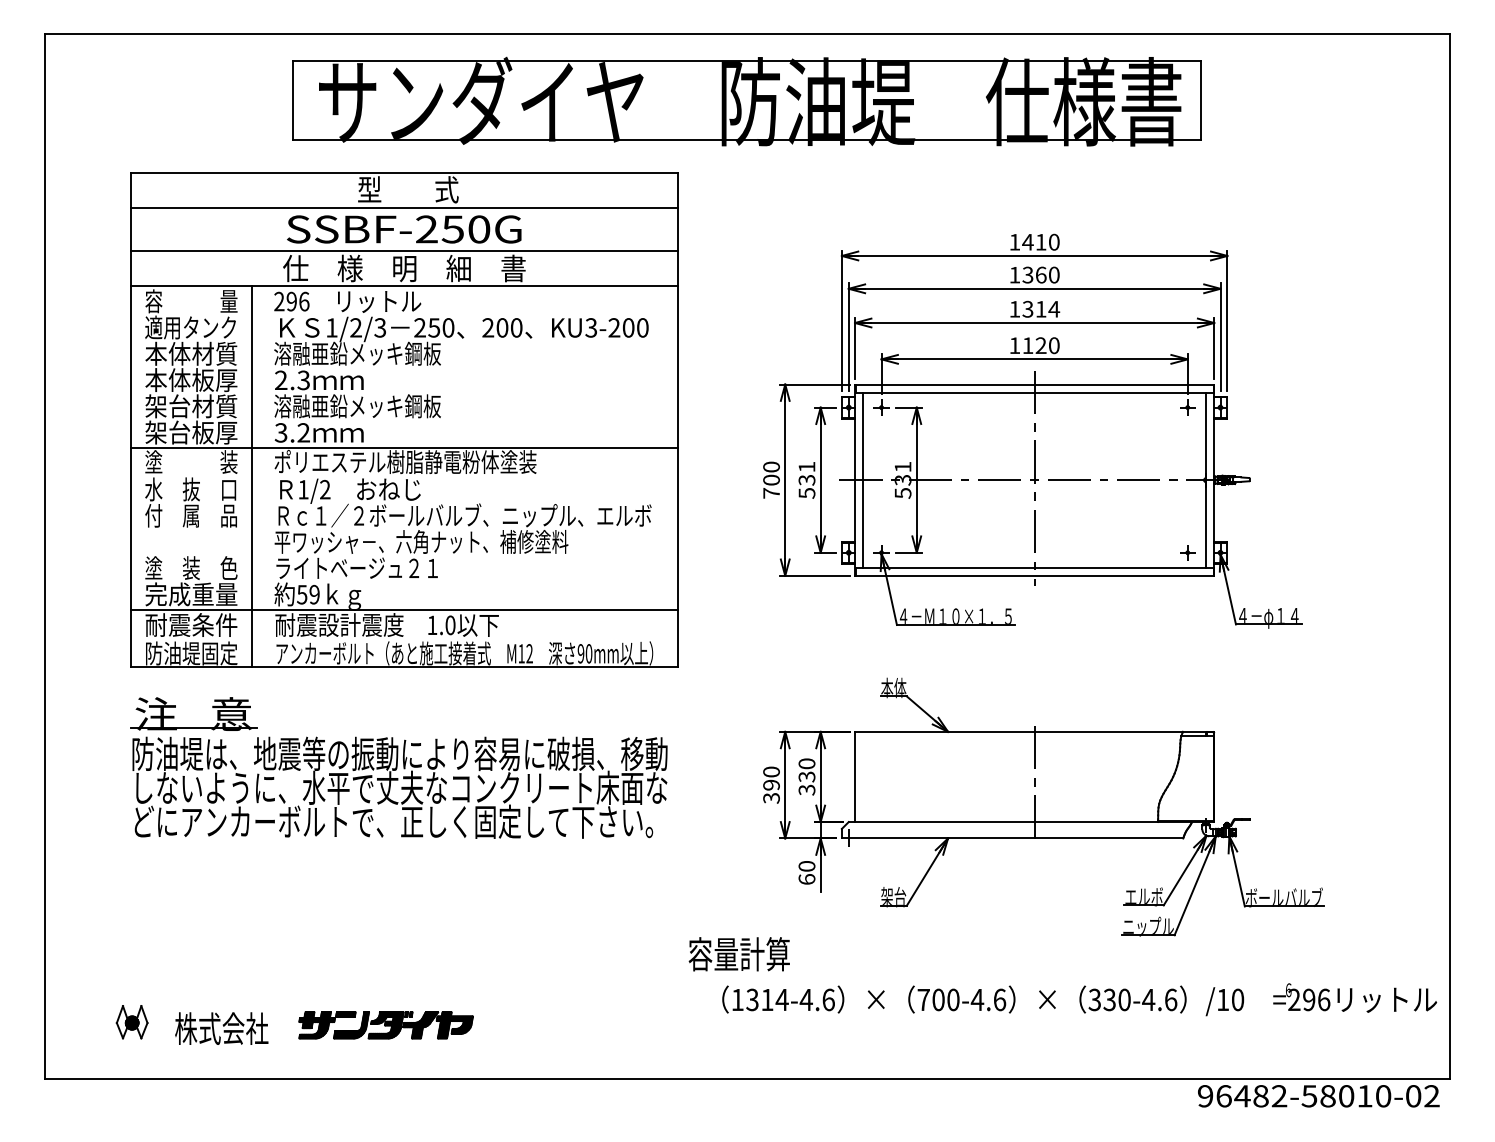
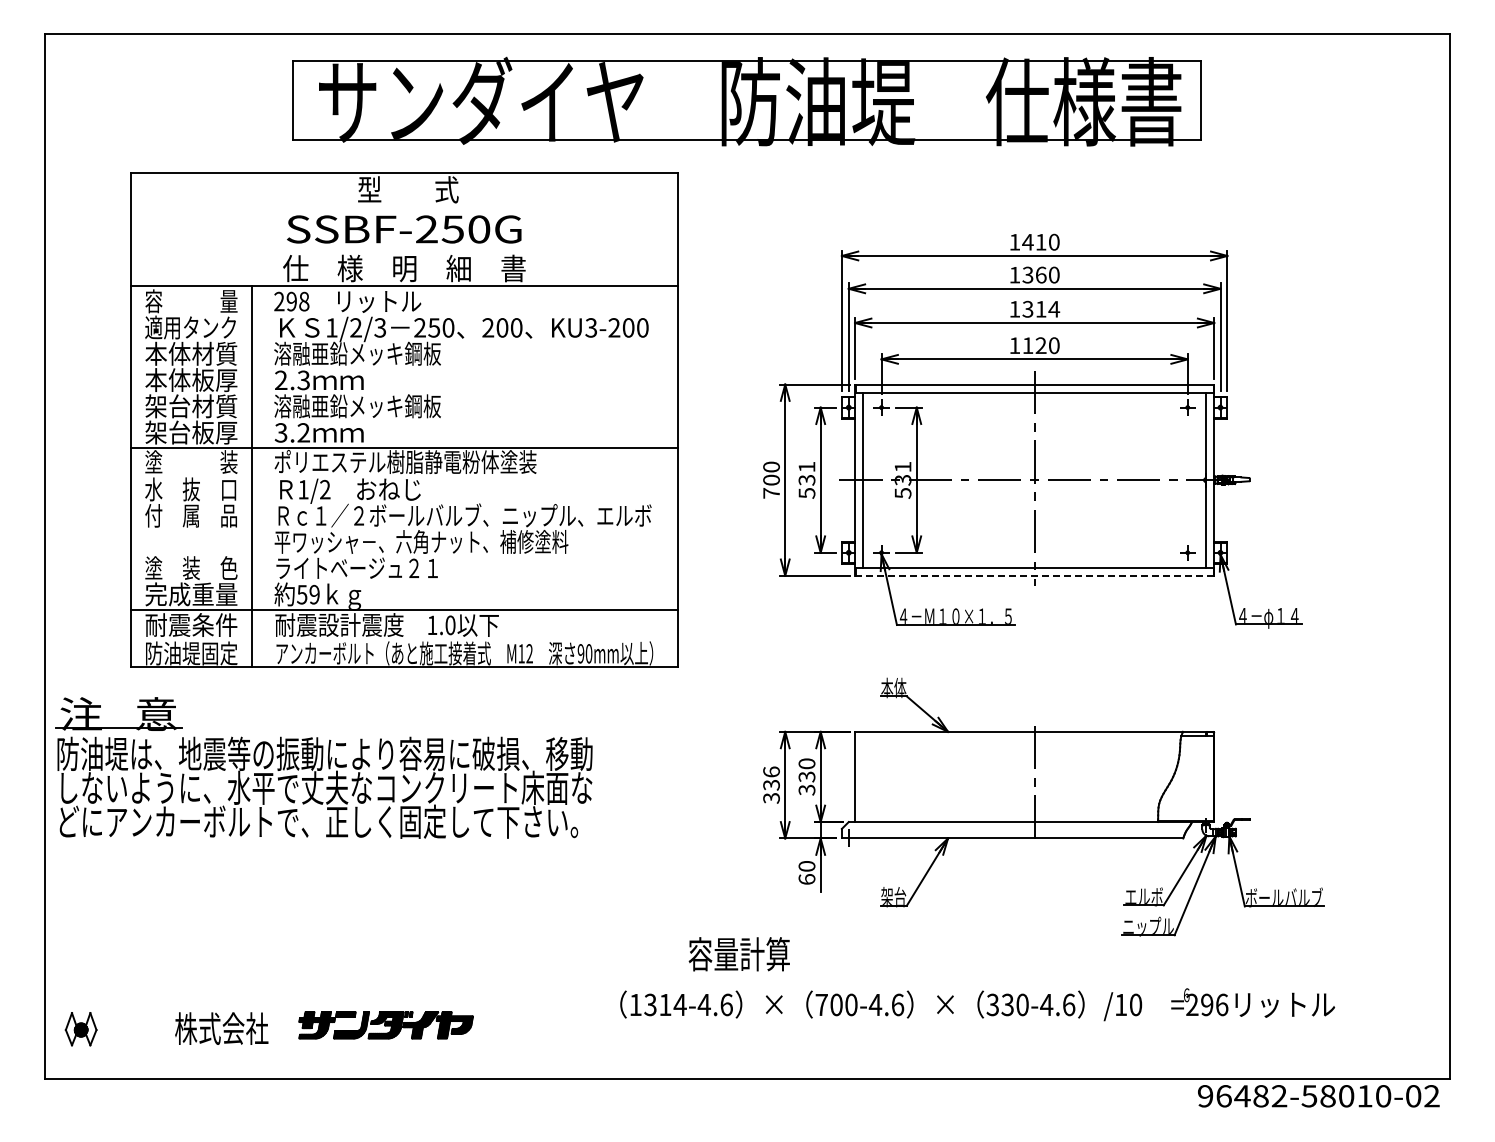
line at (404, 207): present -> none
line at (404, 251): present -> none
text at (304, 301): 296 -> 298
line at (1034, 575): solid -> dashed
part at (398, 767) position: (398, 767) -> (323, 767)
text at (771, 778): 390 -> 336
text at (1079, 999) position: (1079, 999) -> (977, 1004)
part at (131, 1022) position: (131, 1022) -> (80, 1029)
